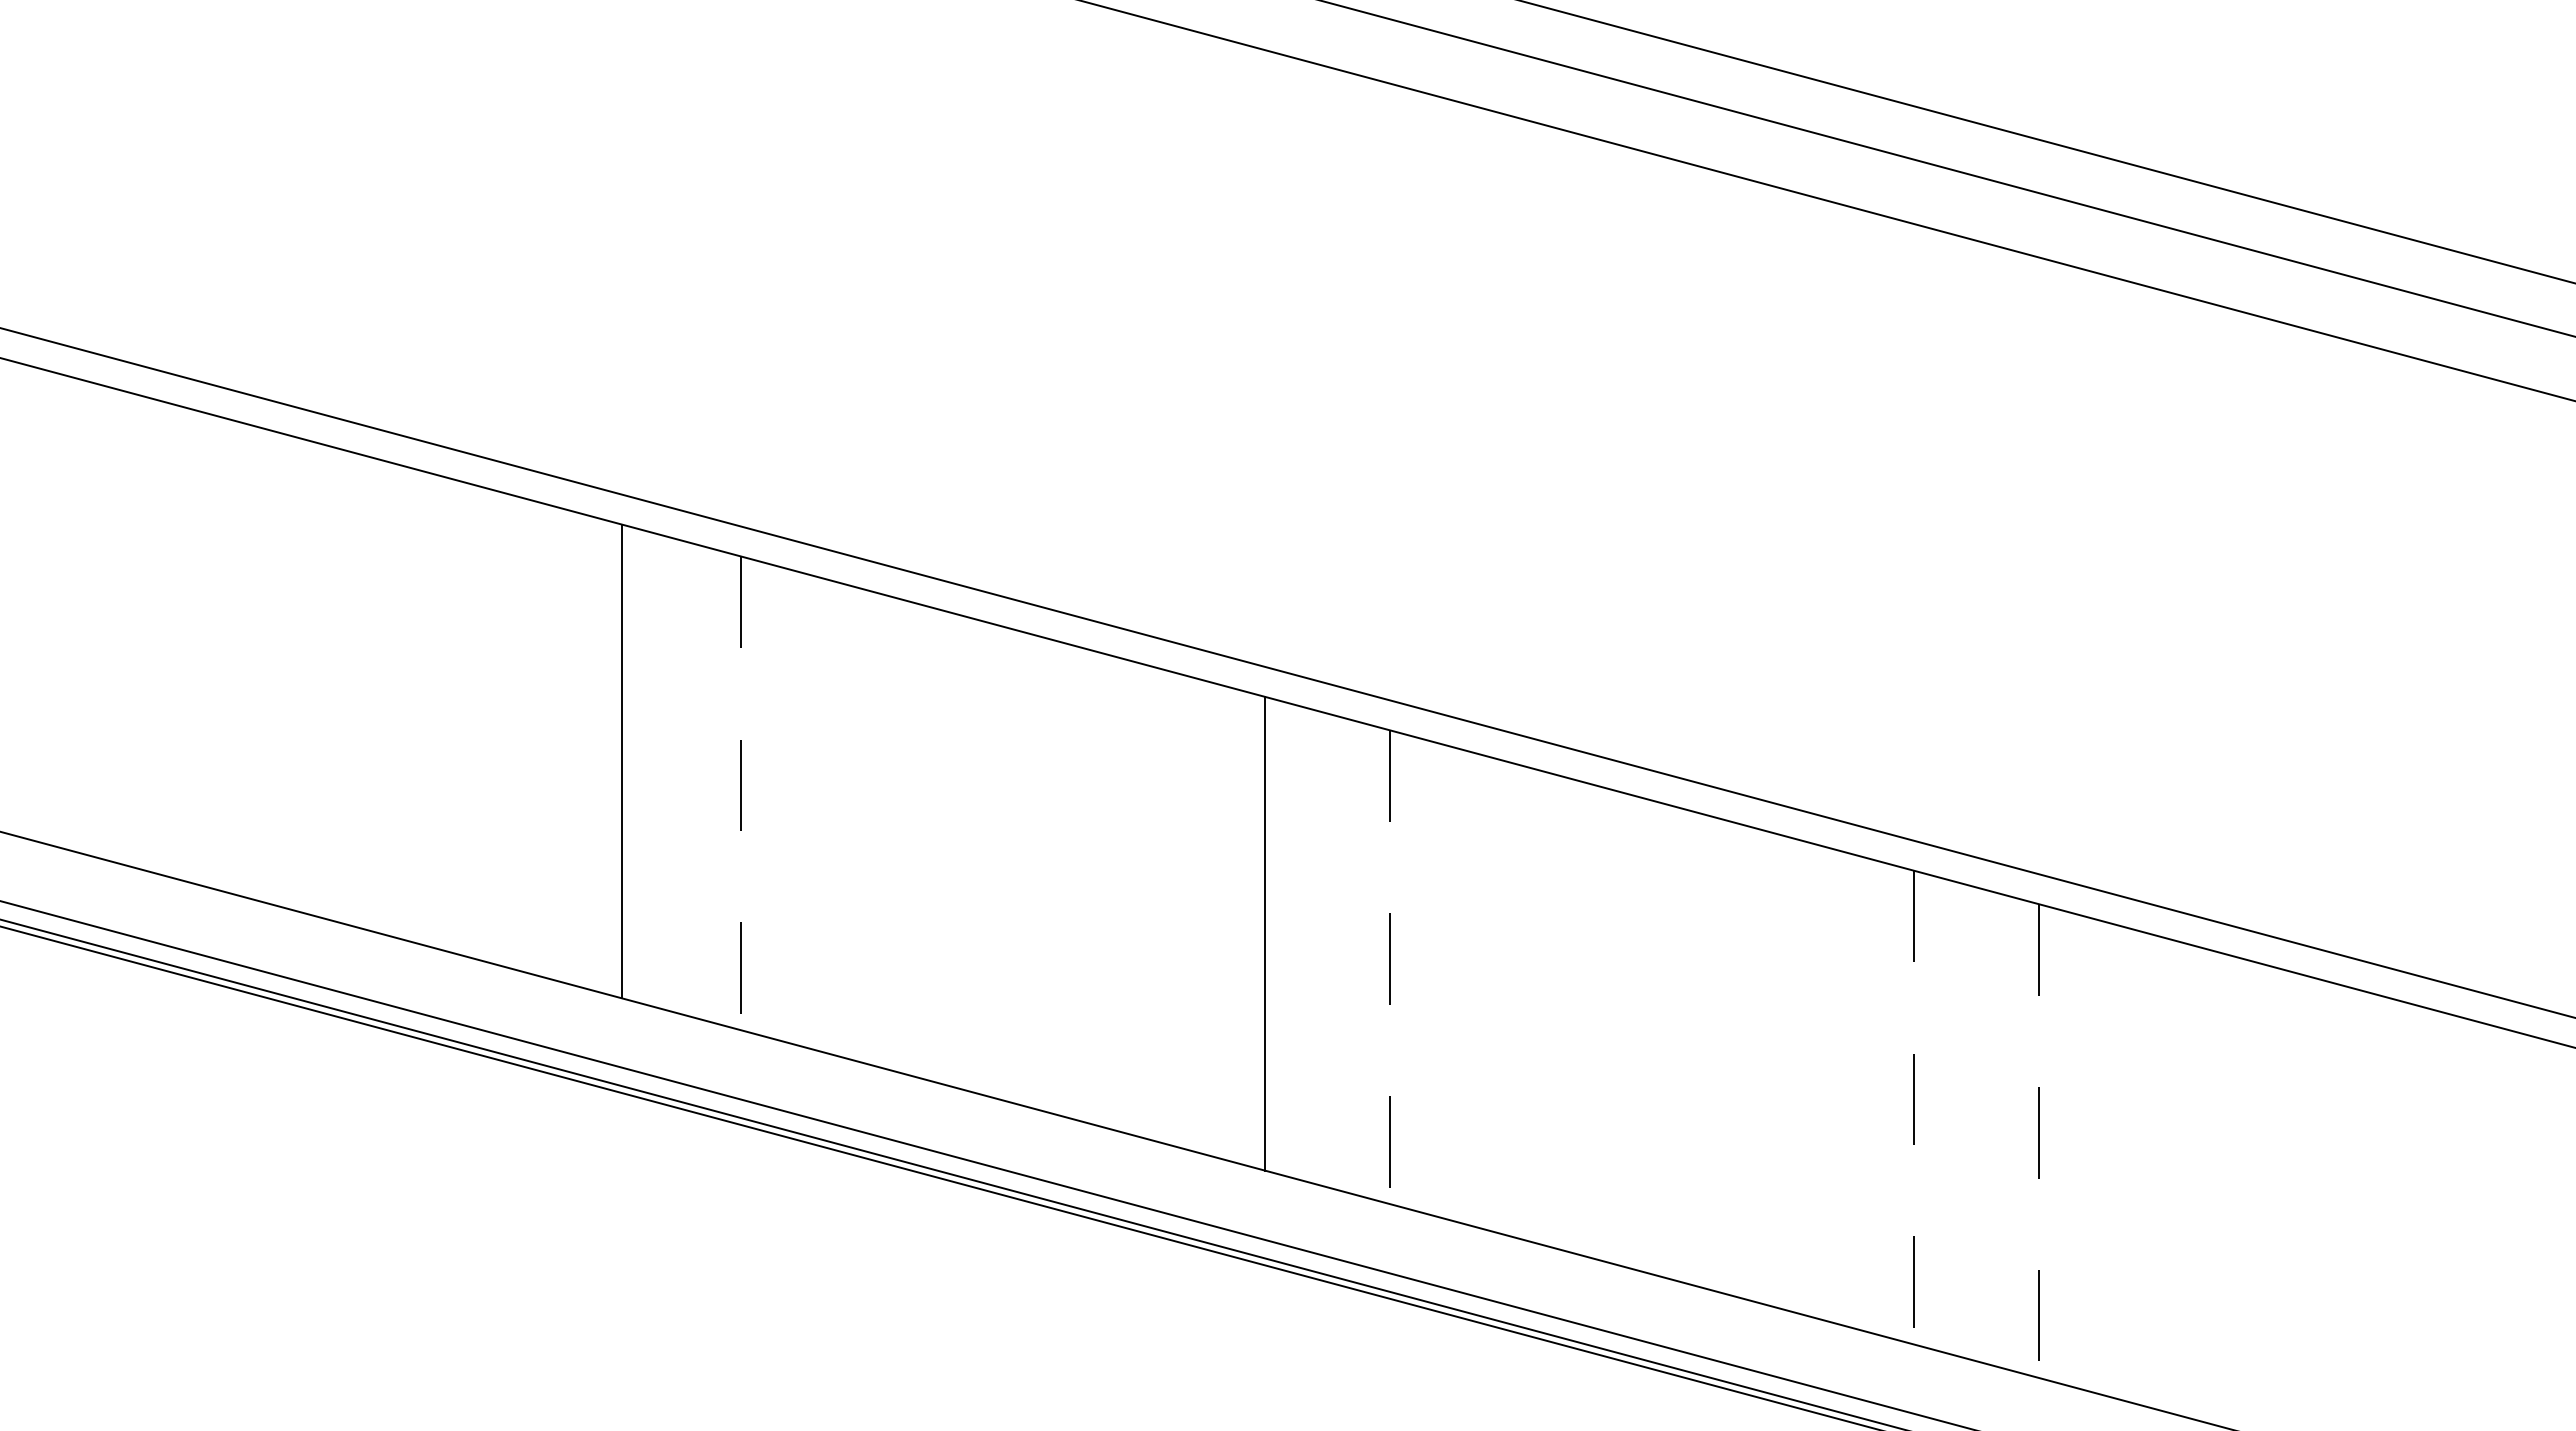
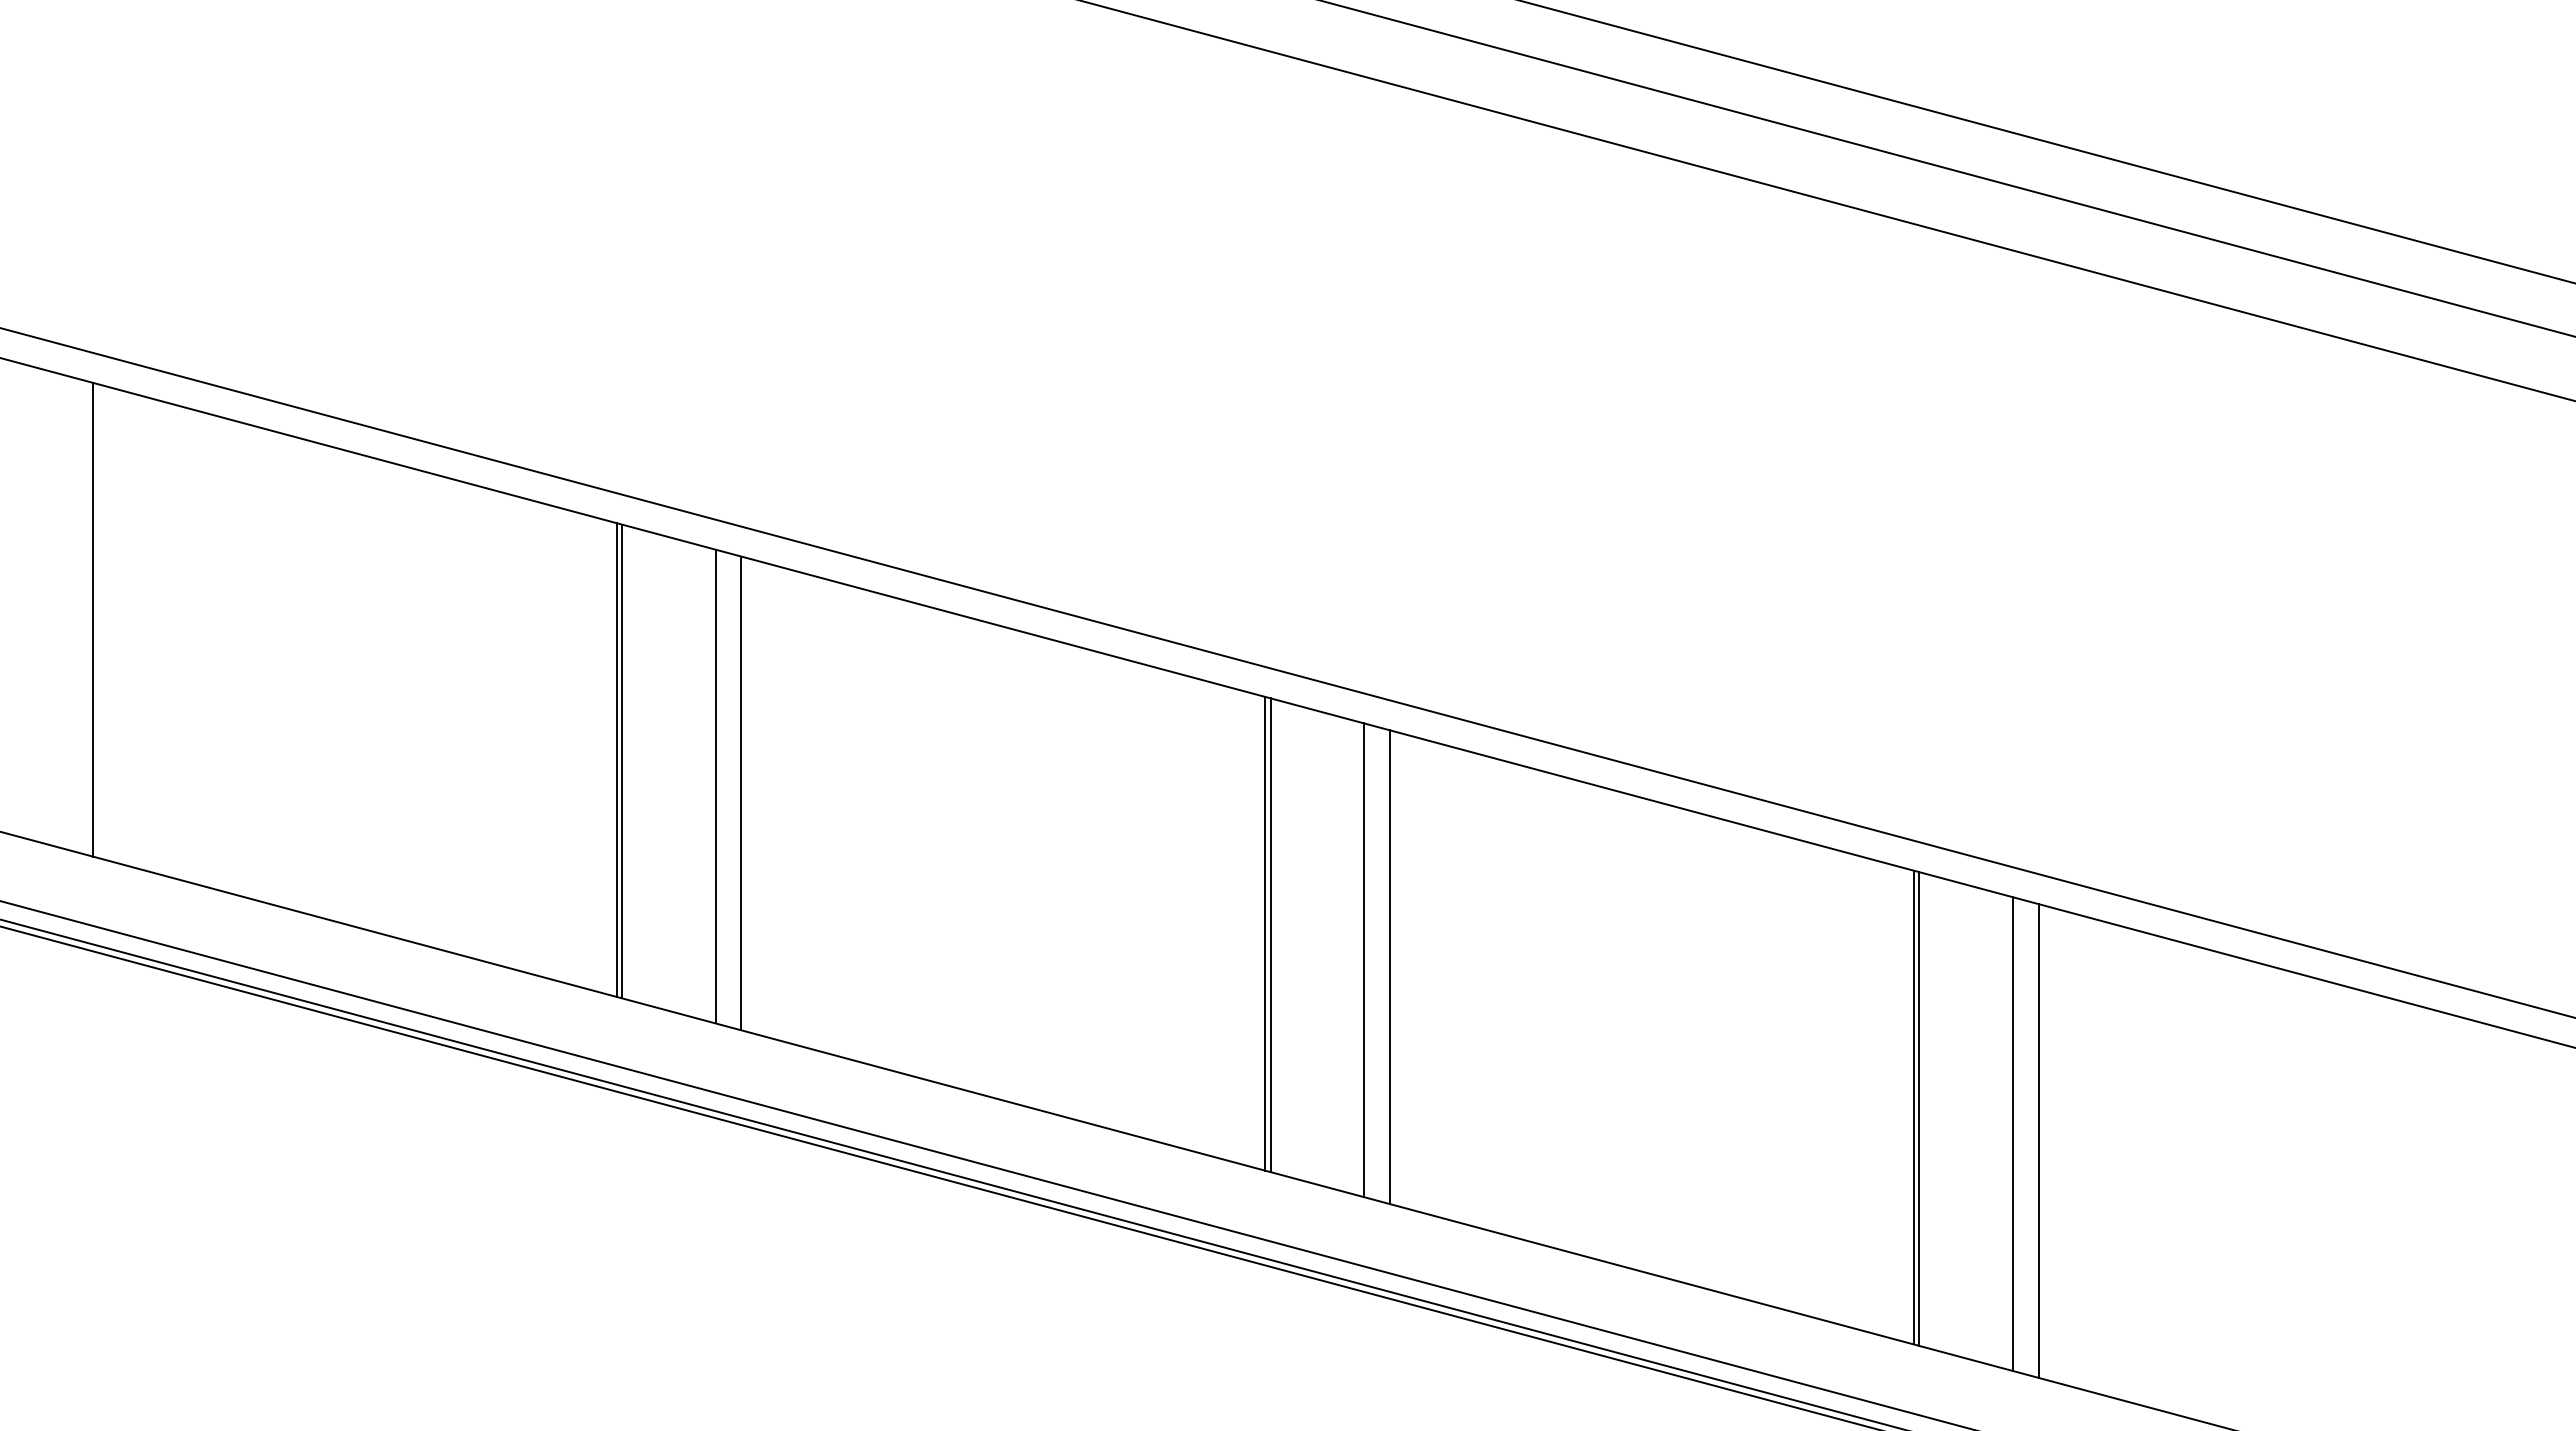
line at (92, 619): none -> present
line at (616, 759): none -> present
line at (715, 786): none -> present
line at (741, 793): dashed -> solid
line at (1270, 935): none -> present
line at (1364, 960): none -> present
line at (1389, 967): dashed -> solid
line at (1913, 1107): dashed -> solid
line at (1919, 1108): none -> present
line at (2012, 1133): none -> present
line at (2038, 1141): dashed -> solid
